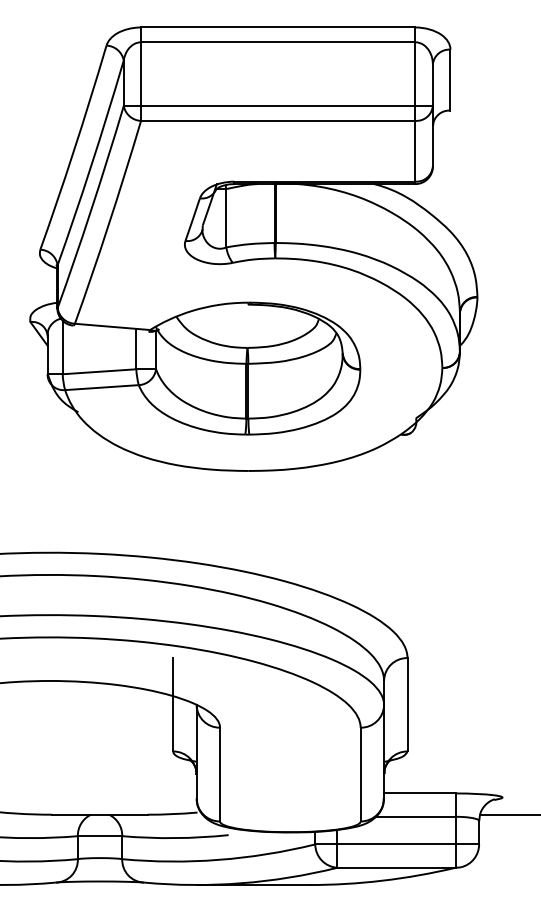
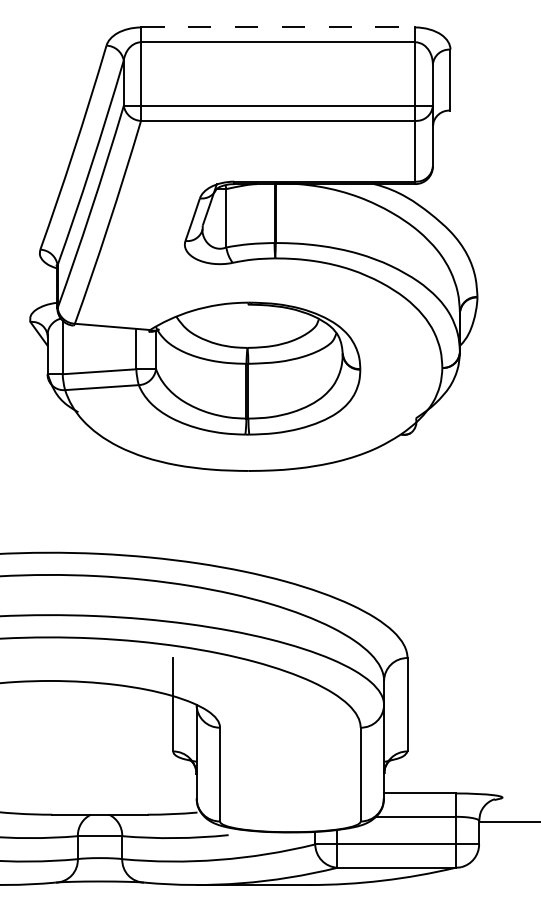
line at (278, 27): solid -> dashed
line at (508, 814) position: (508, 814) -> (508, 821)
